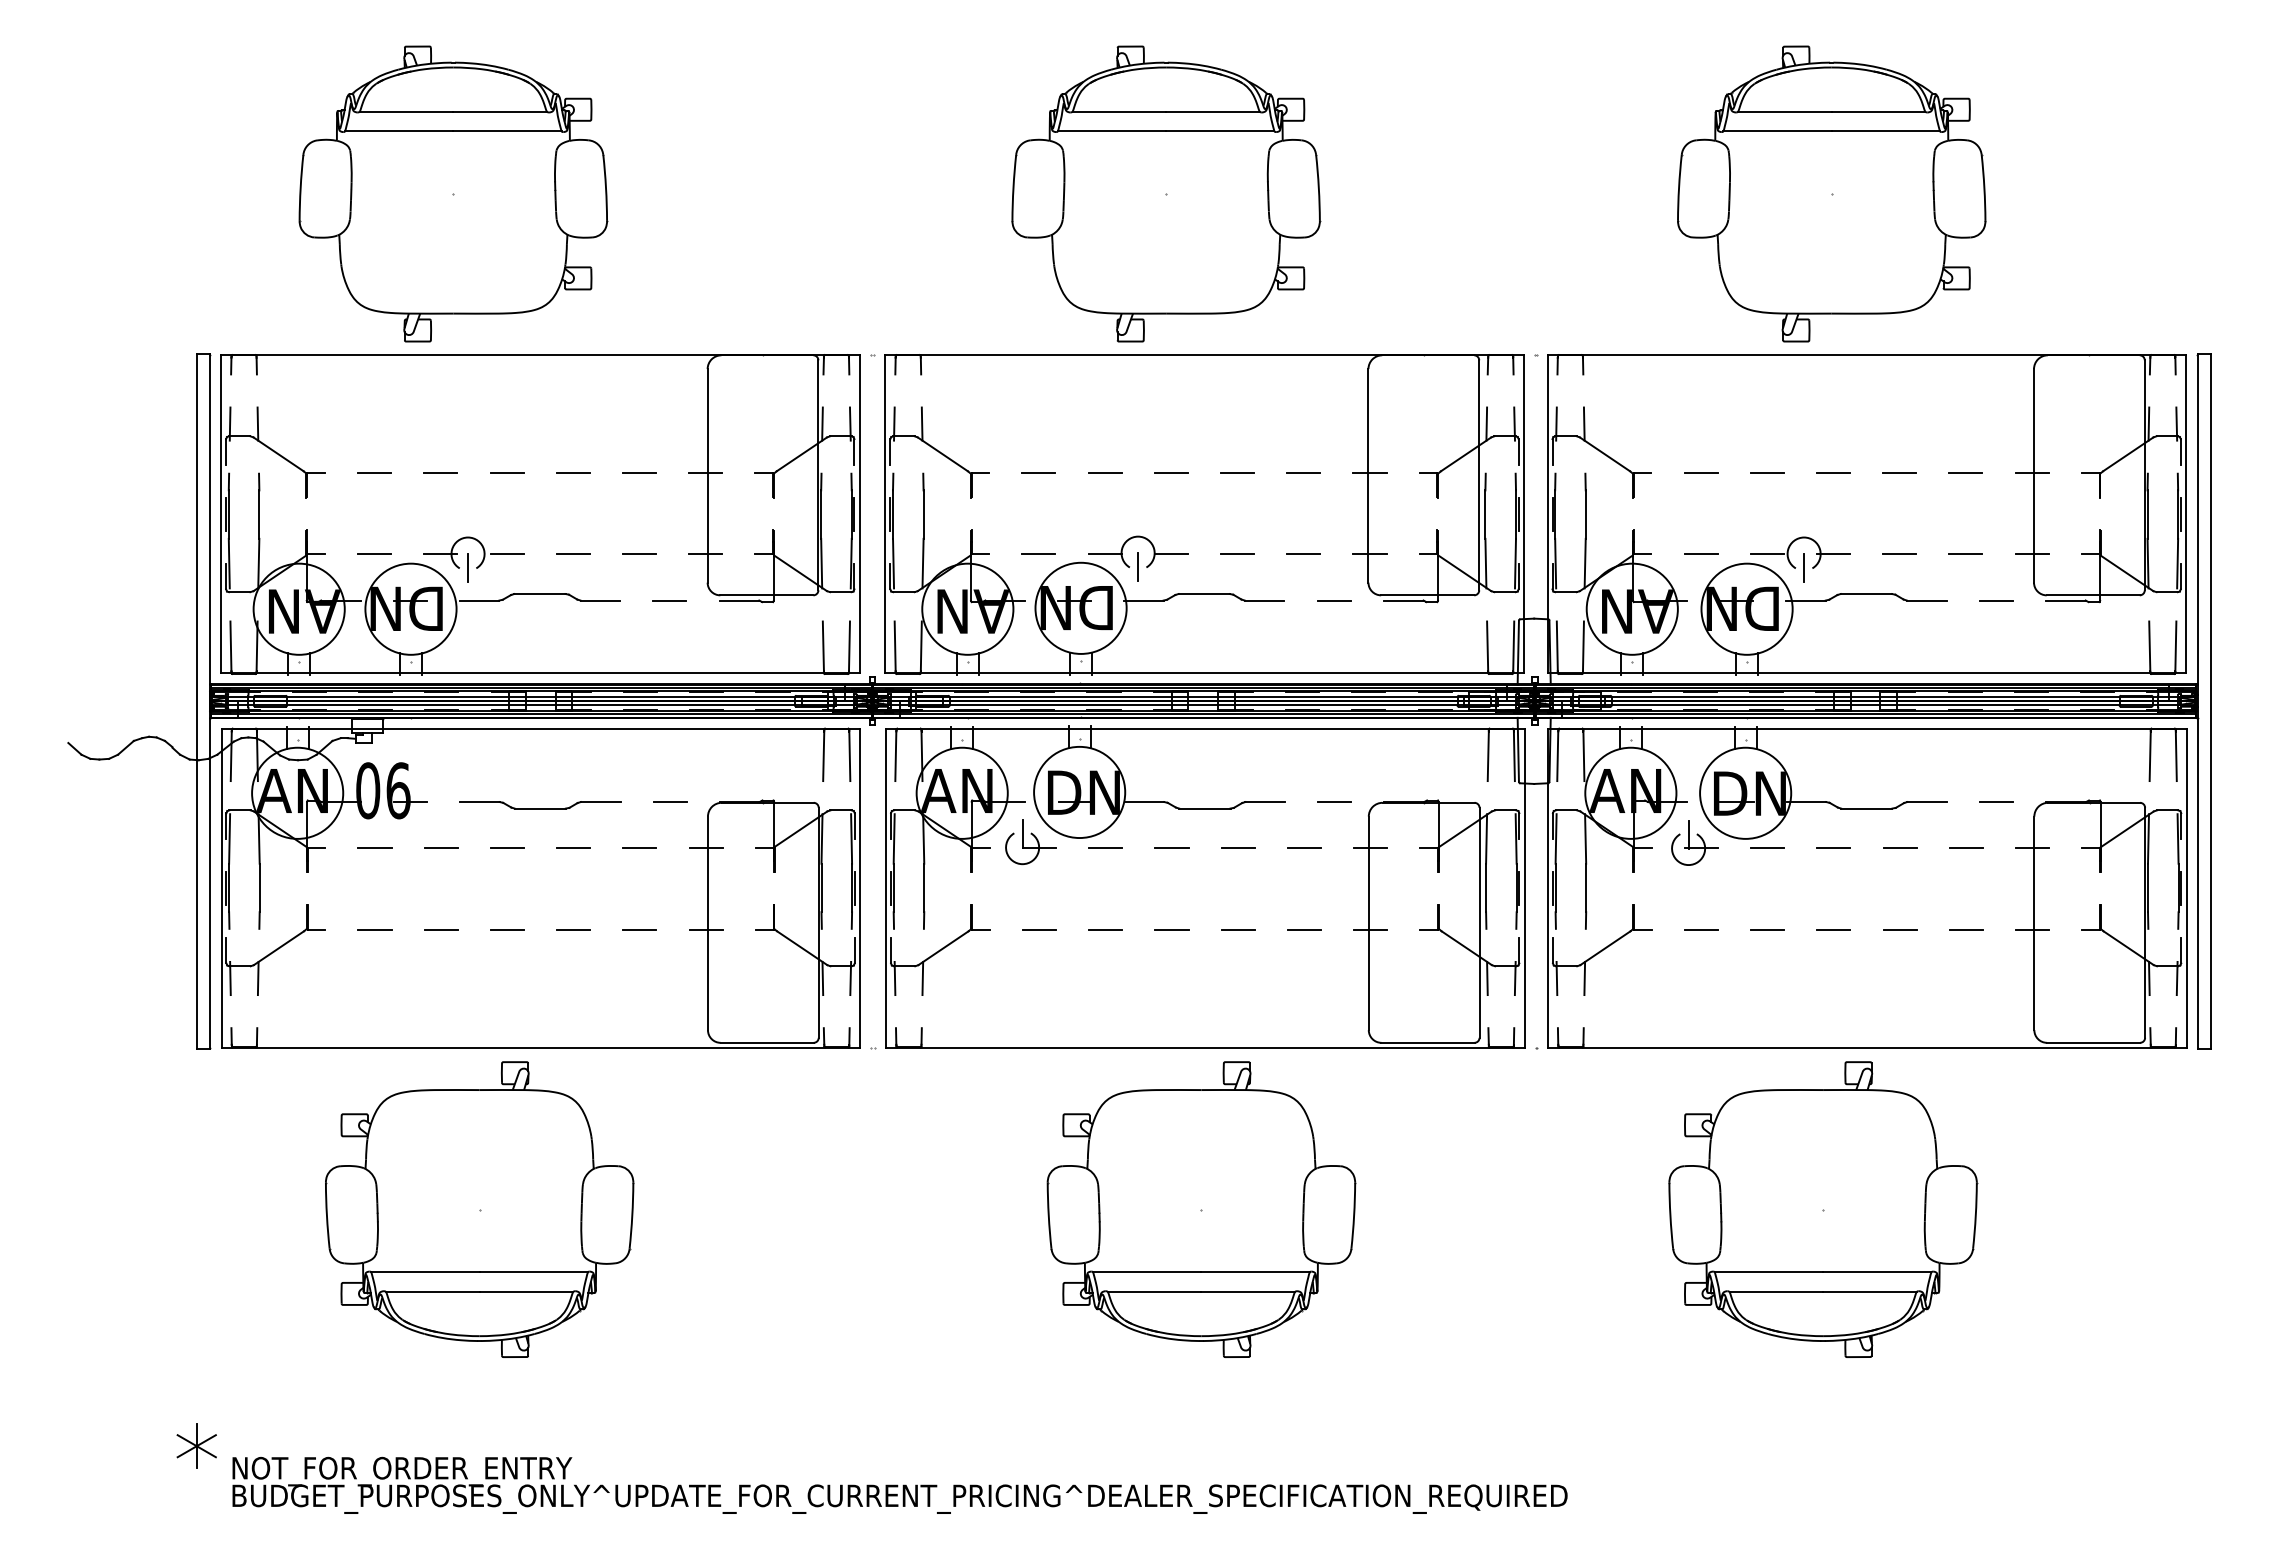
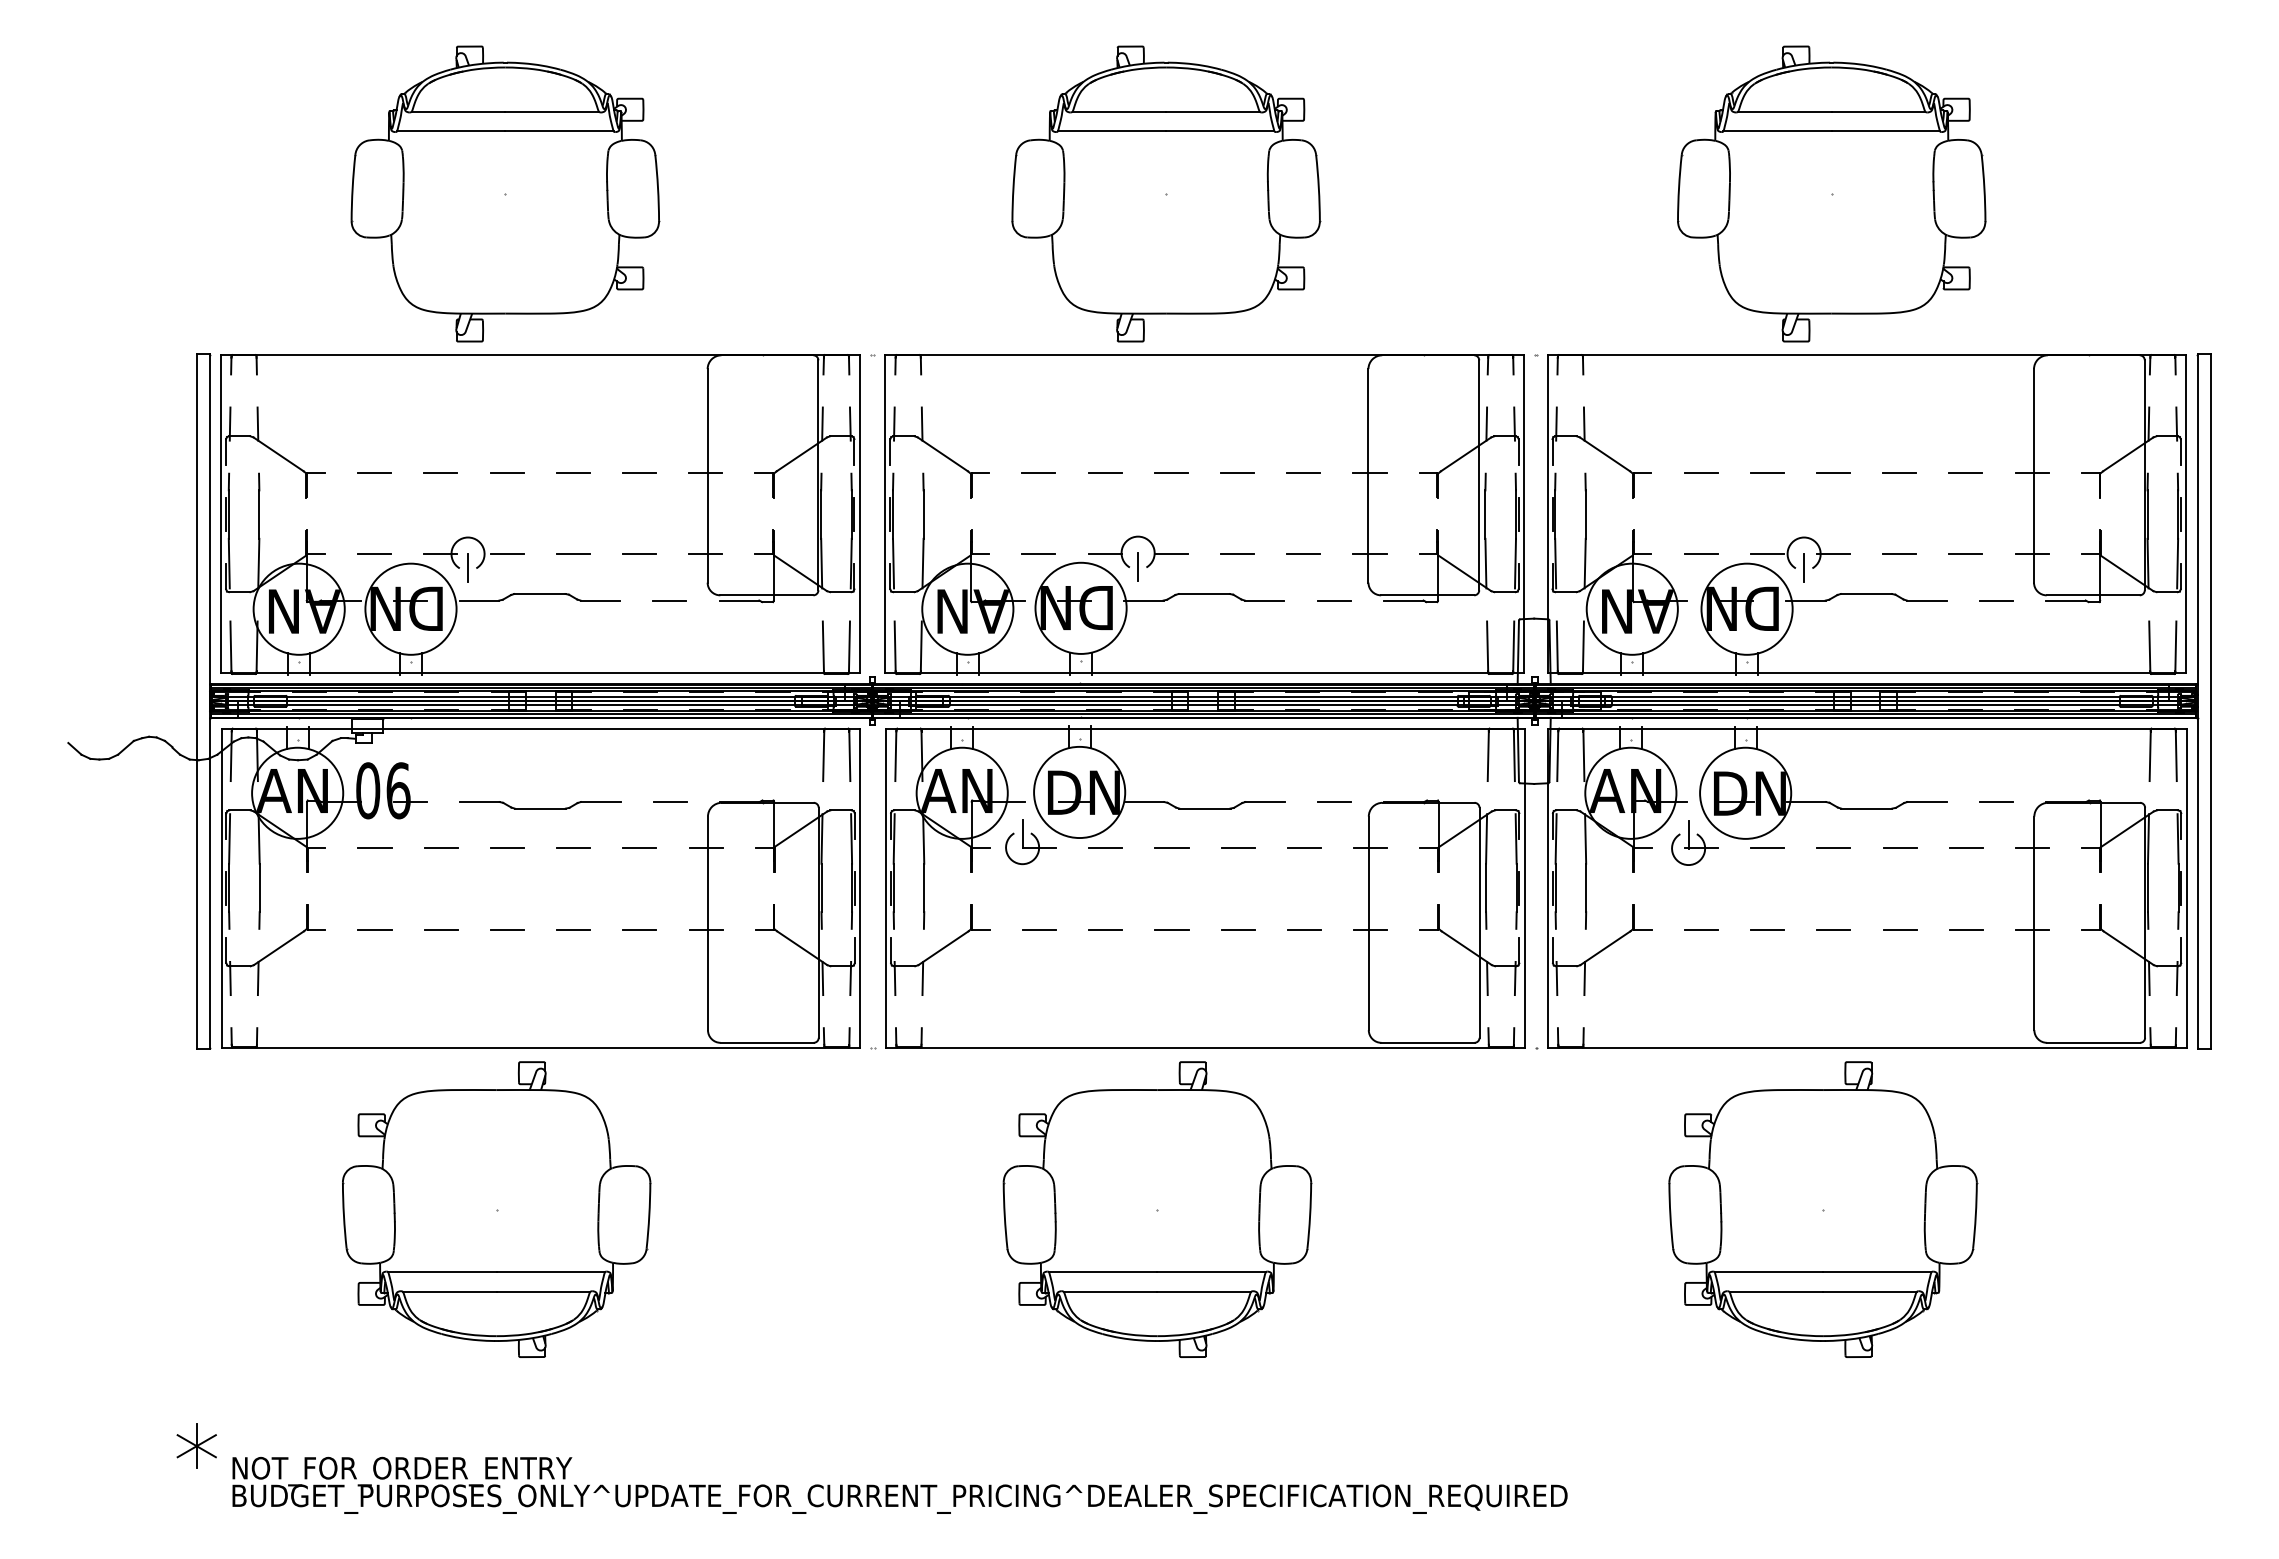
part at (453, 193) position: (453, 193) -> (505, 193)
part at (479, 1209) position: (479, 1209) -> (496, 1209)
part at (1201, 1209) position: (1201, 1209) -> (1157, 1209)
